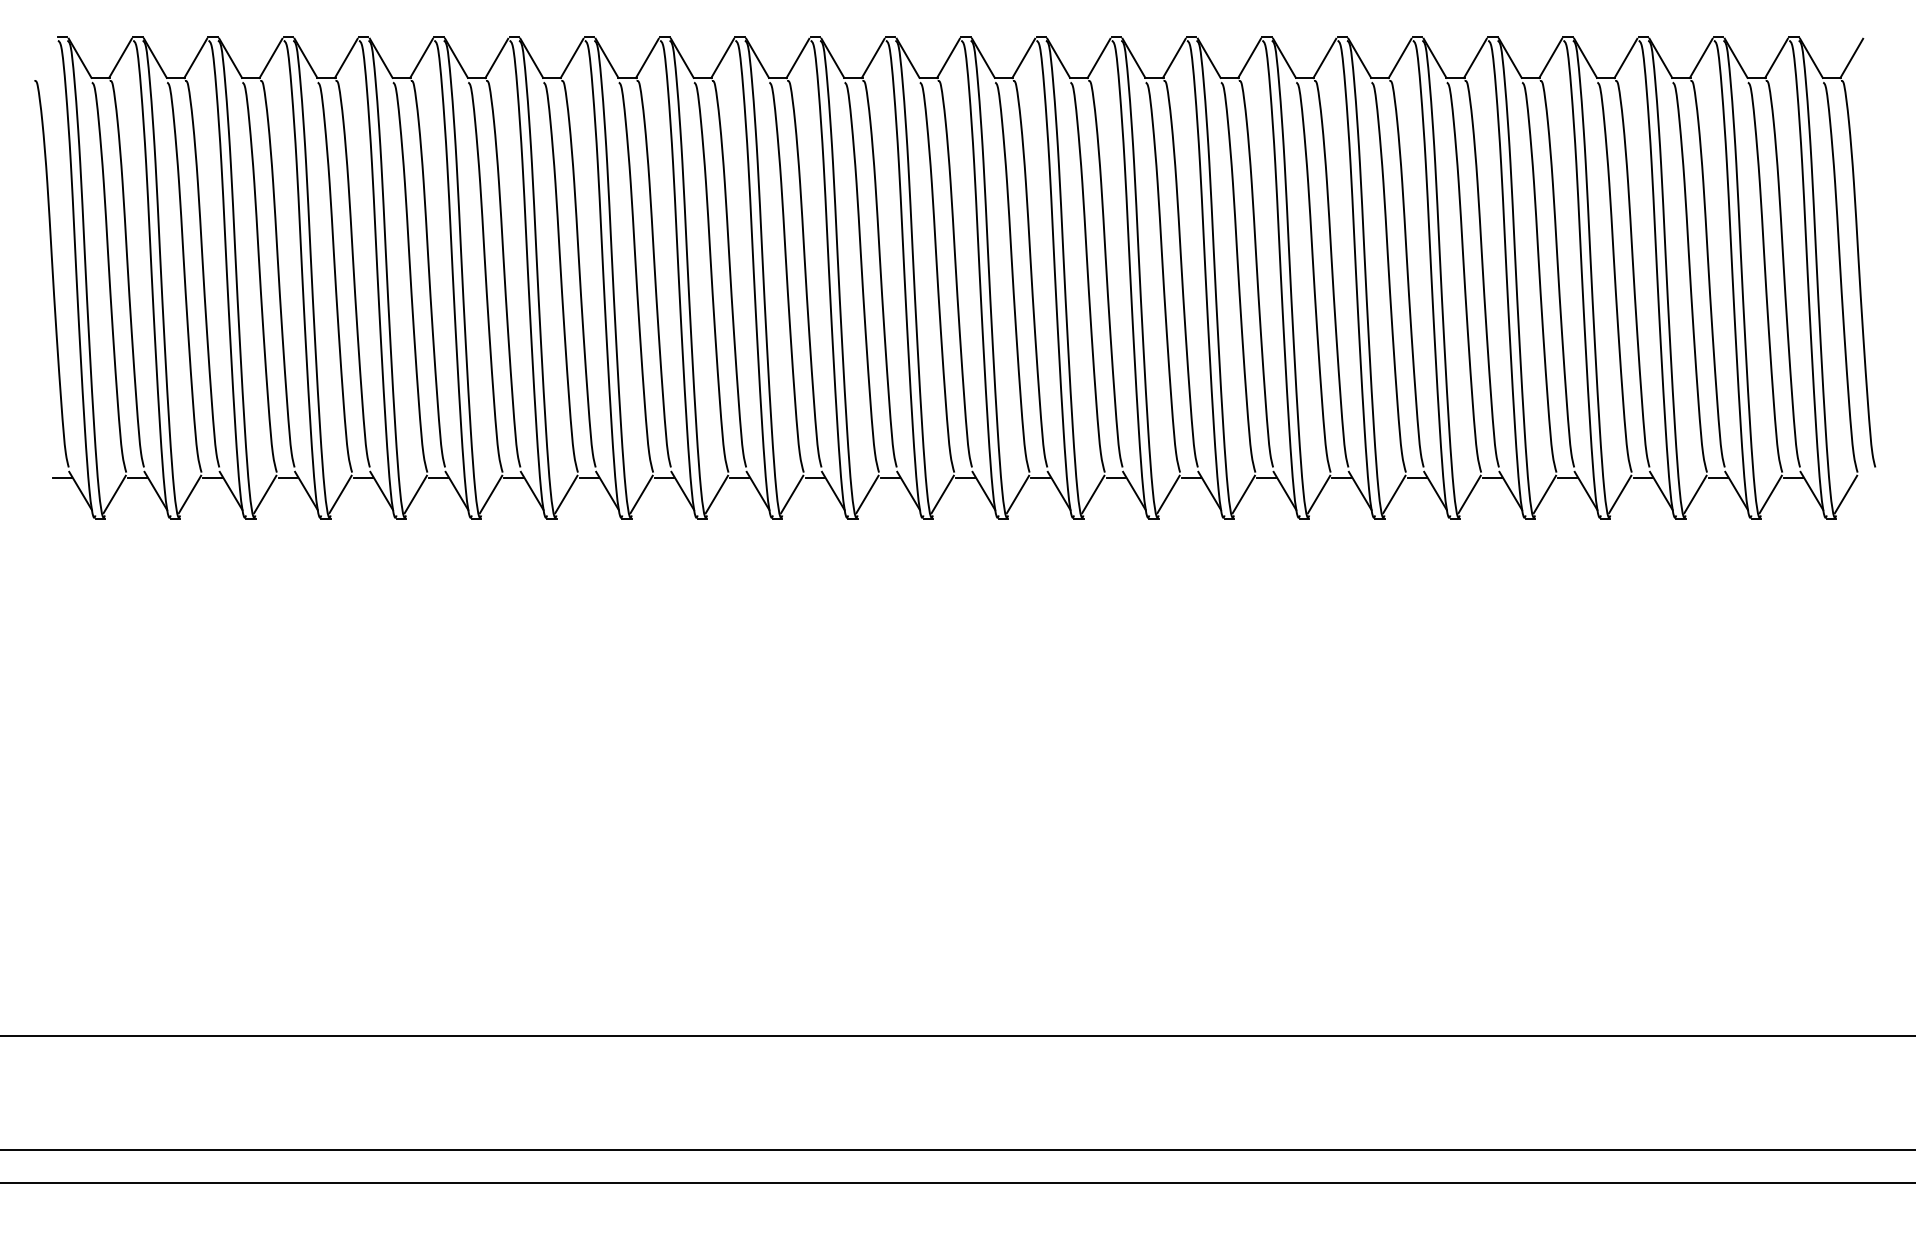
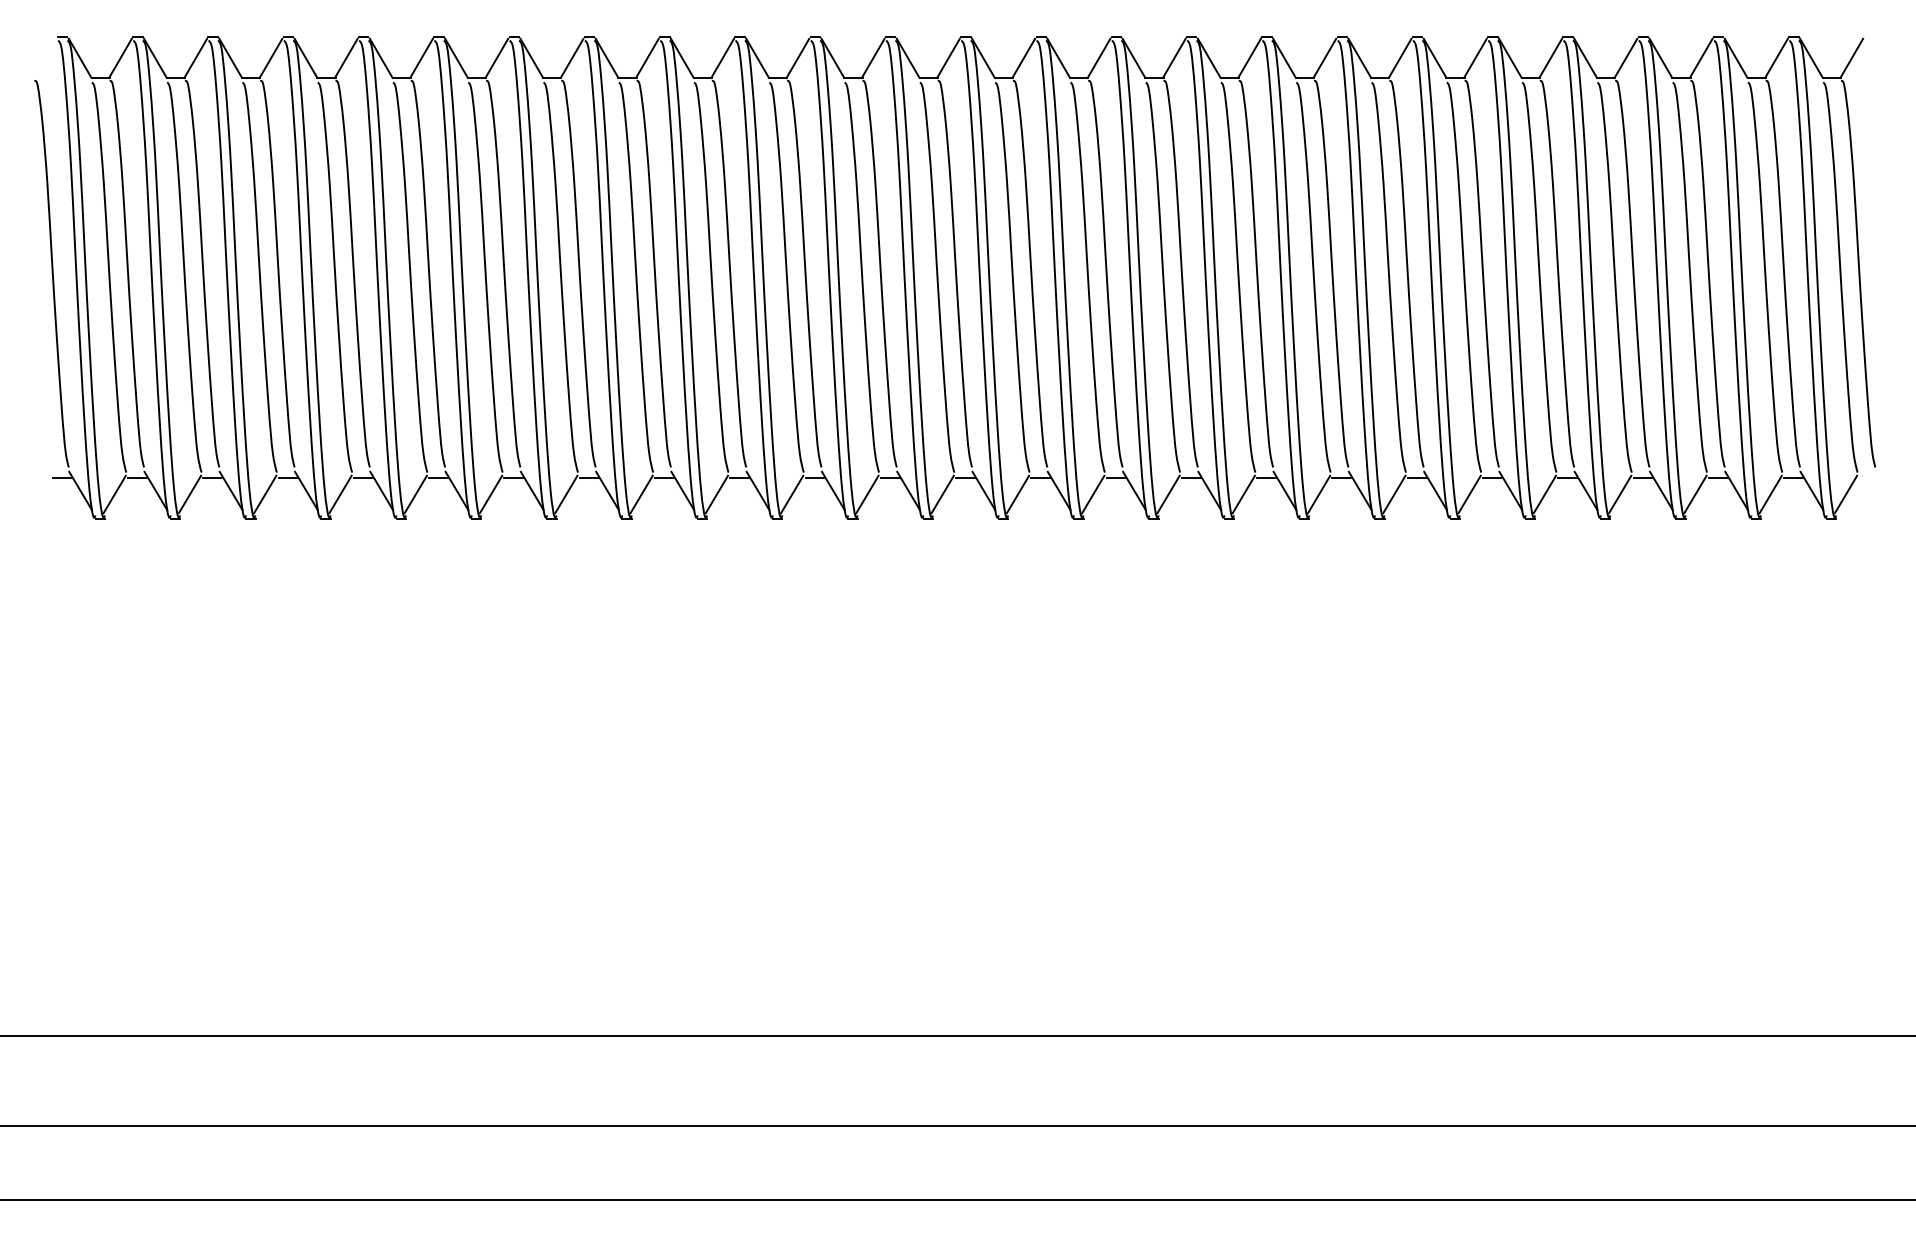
line at (957, 1149) position: (957, 1149) -> (957, 1125)
line at (957, 1182) position: (957, 1182) -> (957, 1199)
